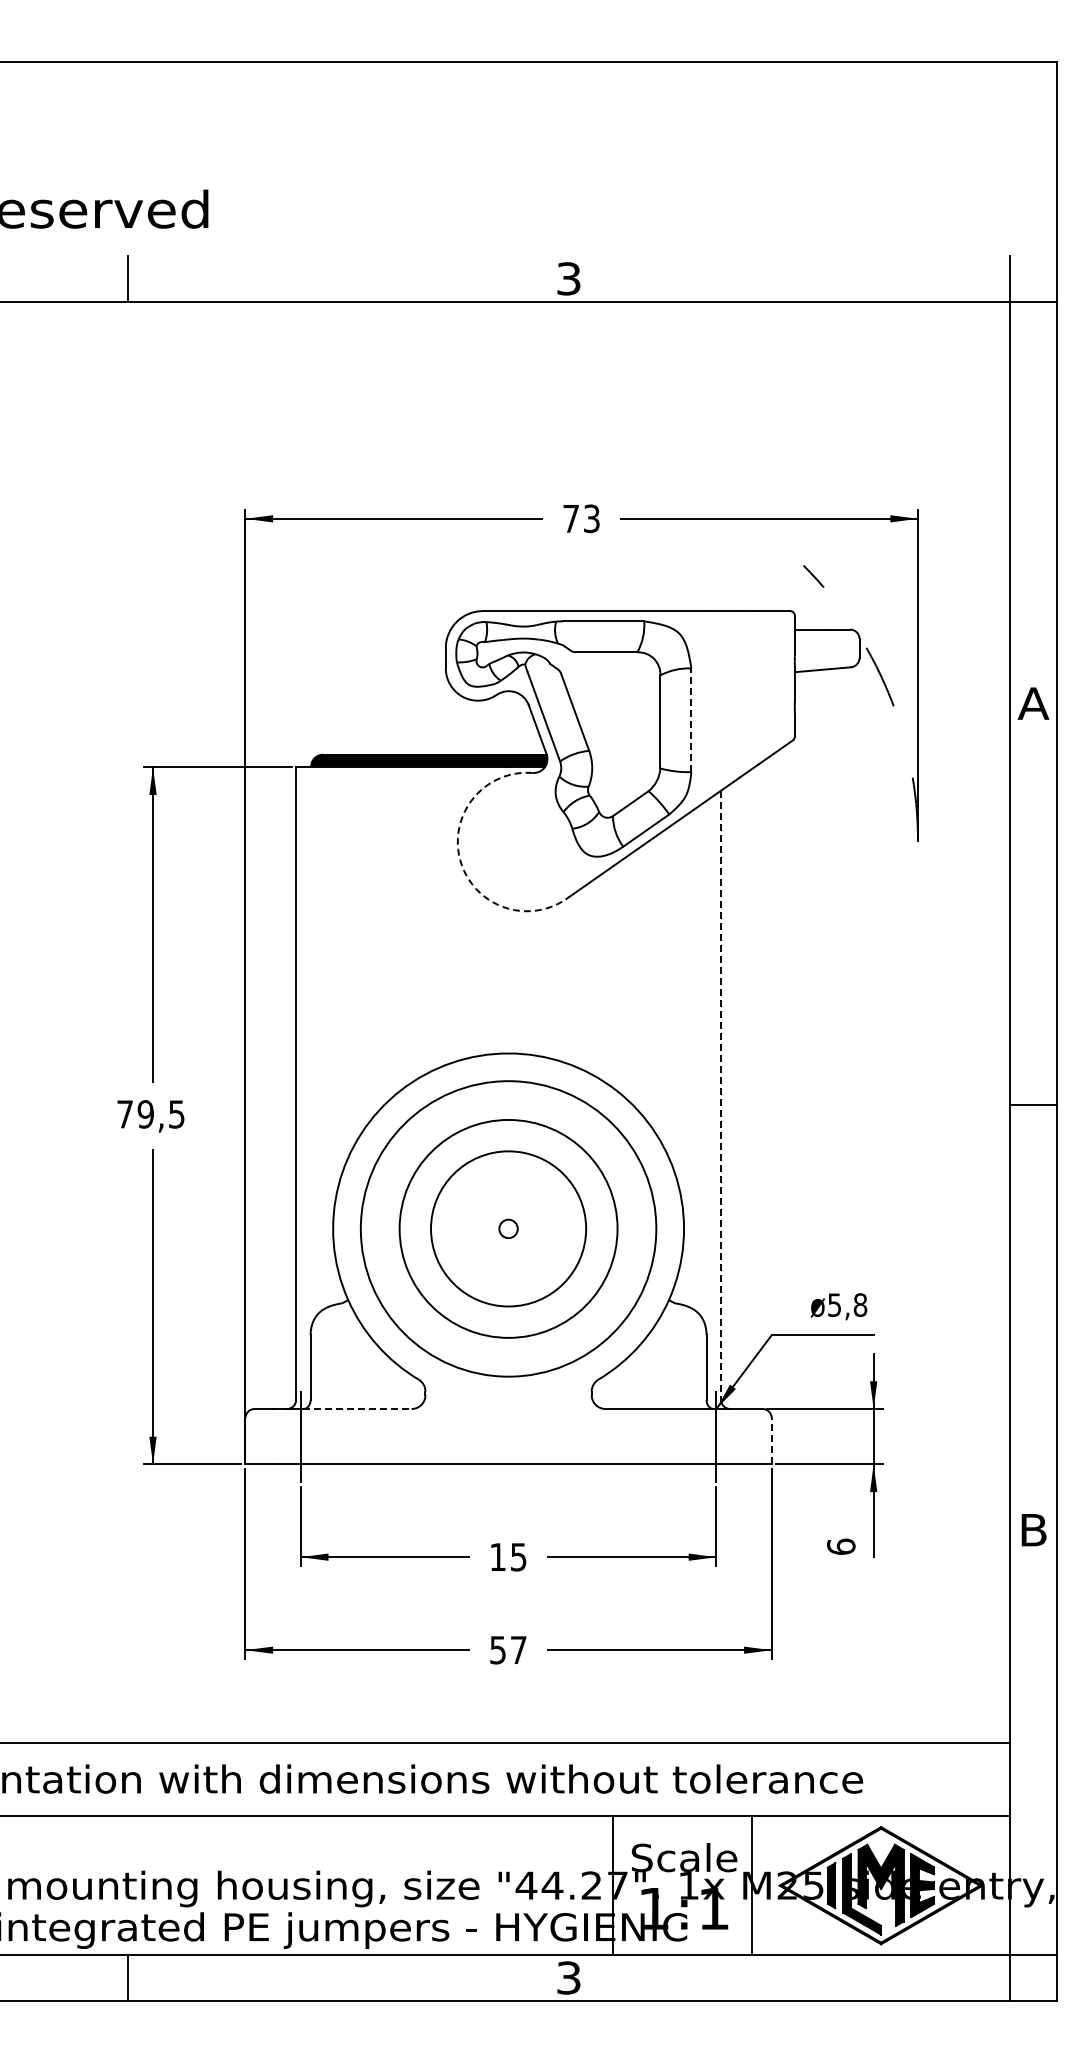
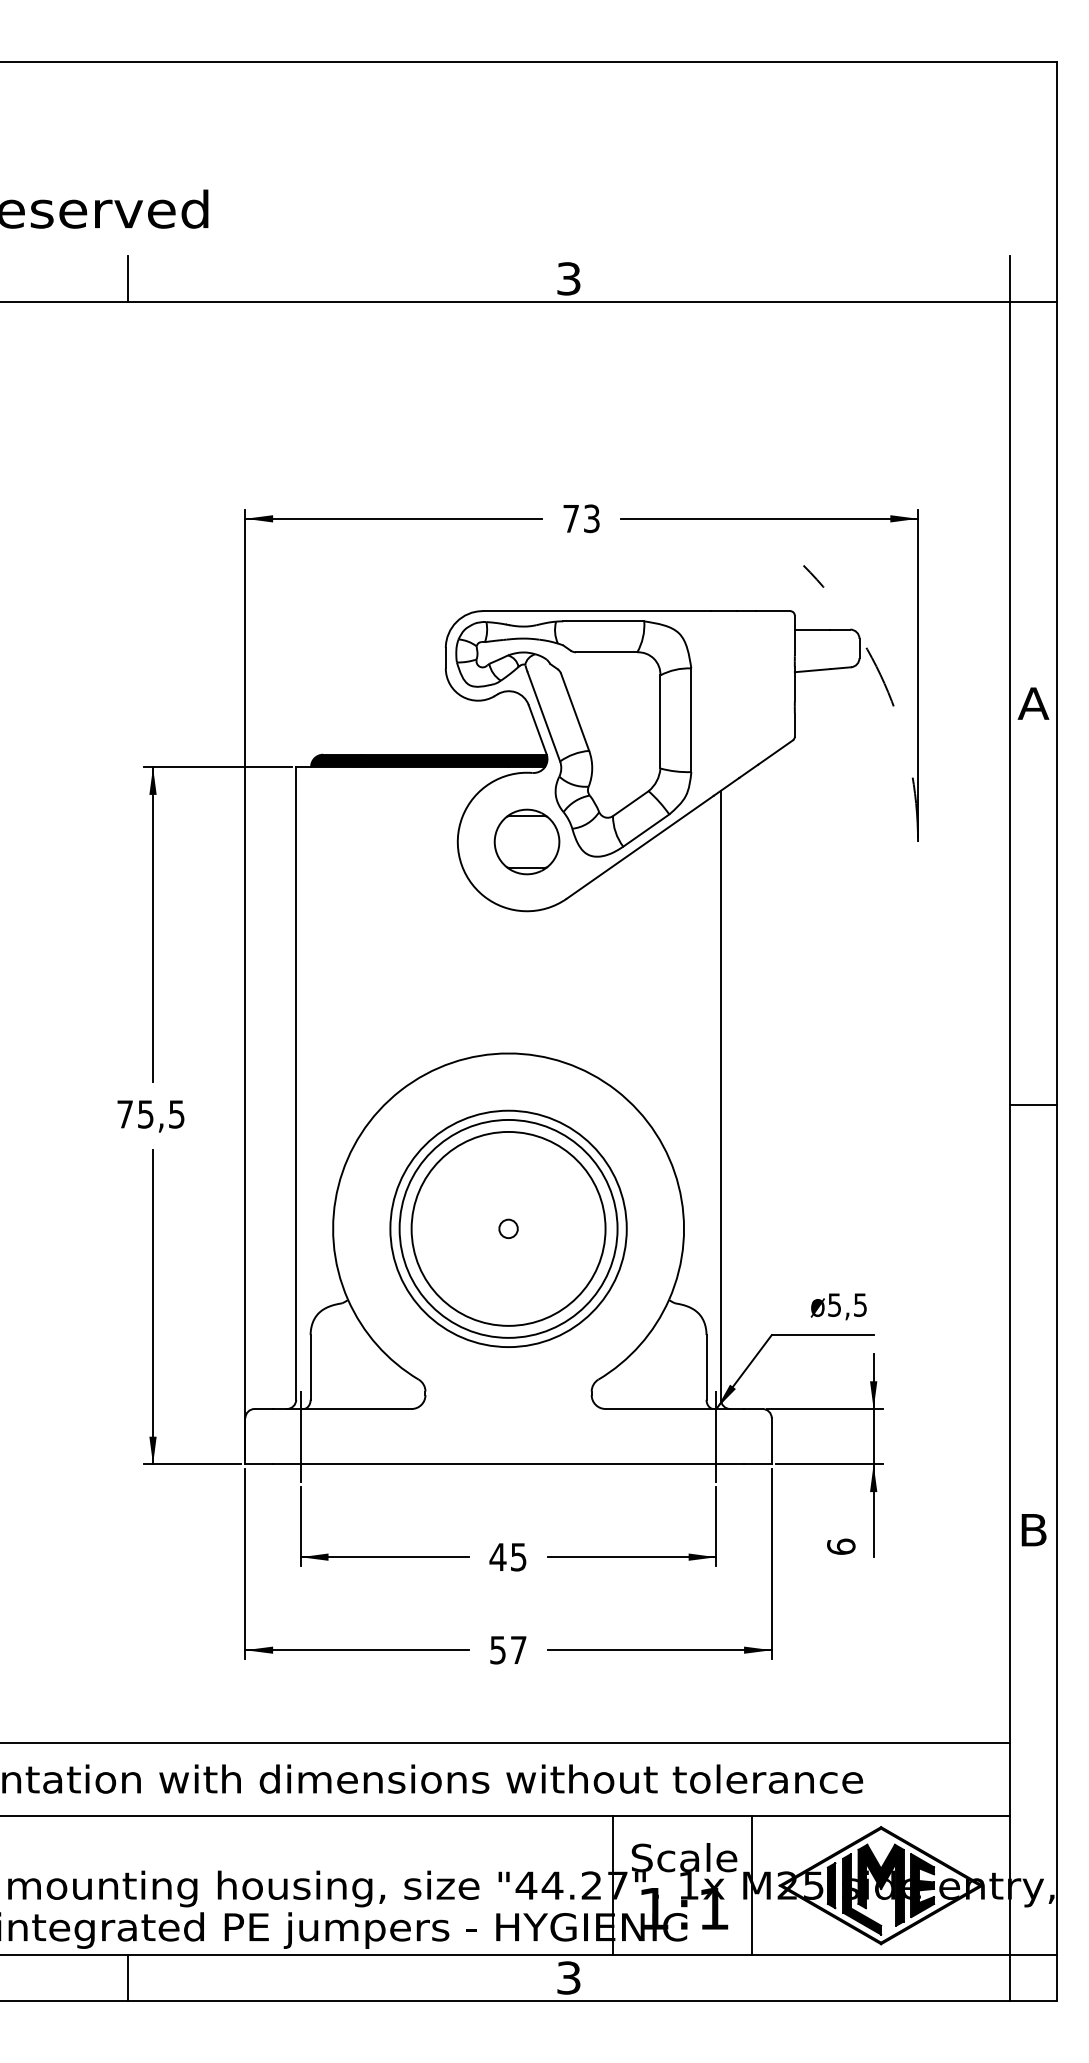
line at (691, 720): dashed -> solid
part at (526, 841): none -> present
arc at (460, 860): dashed -> solid
line at (720, 1095): dashed -> solid
text at (145, 1114): 79,5 -> 75,5
circle at (508, 1228) diameter: 155 px -> 194 px
circle at (508, 1228) diameter: 296 px -> 236 px
text at (860, 1304): ø5,8 -> ø5,5
line at (358, 1409): dashed -> solid
line at (771, 1440): dashed -> solid
text at (497, 1556): 15 -> 45
